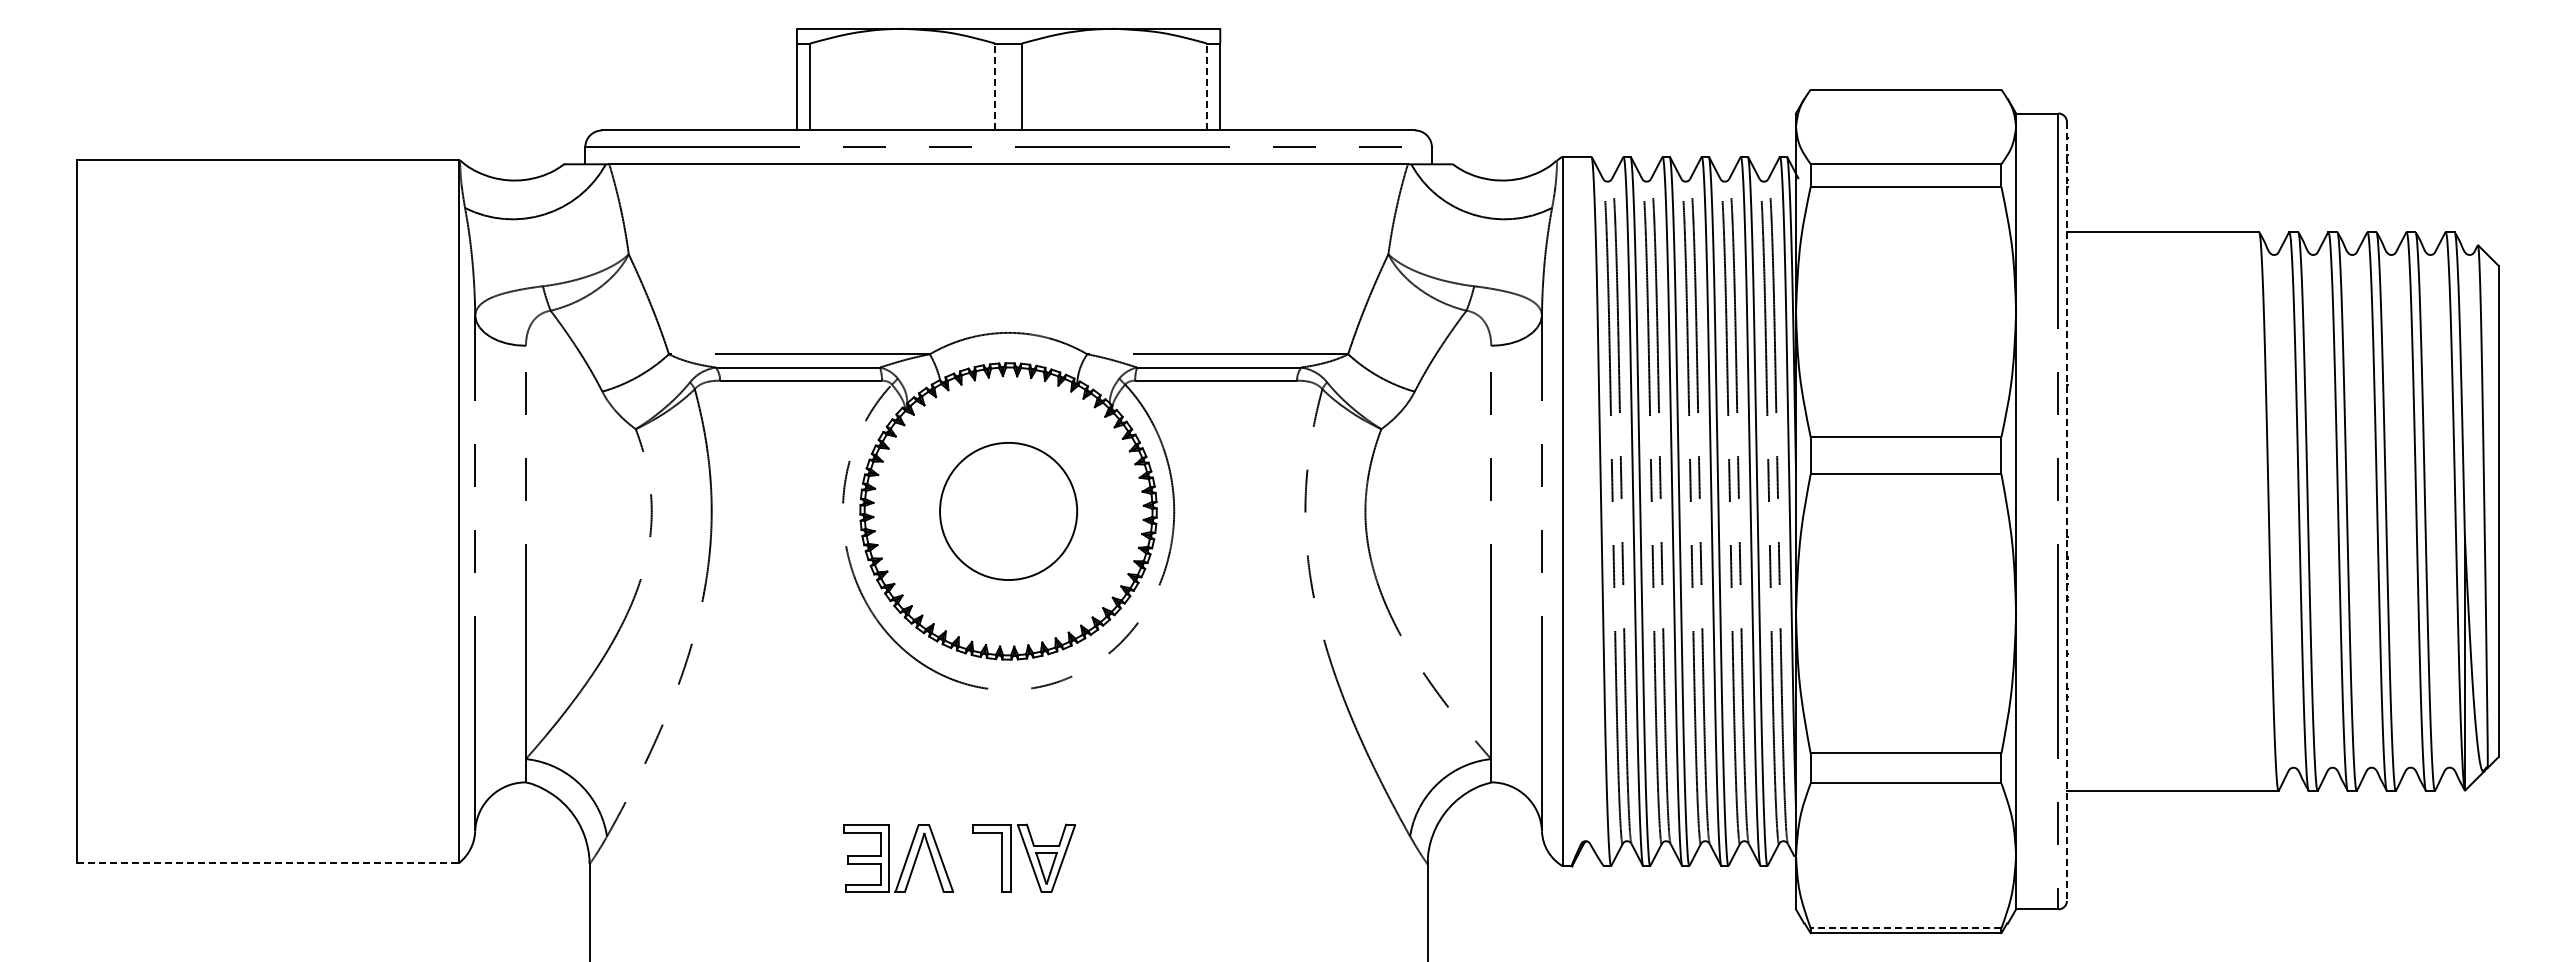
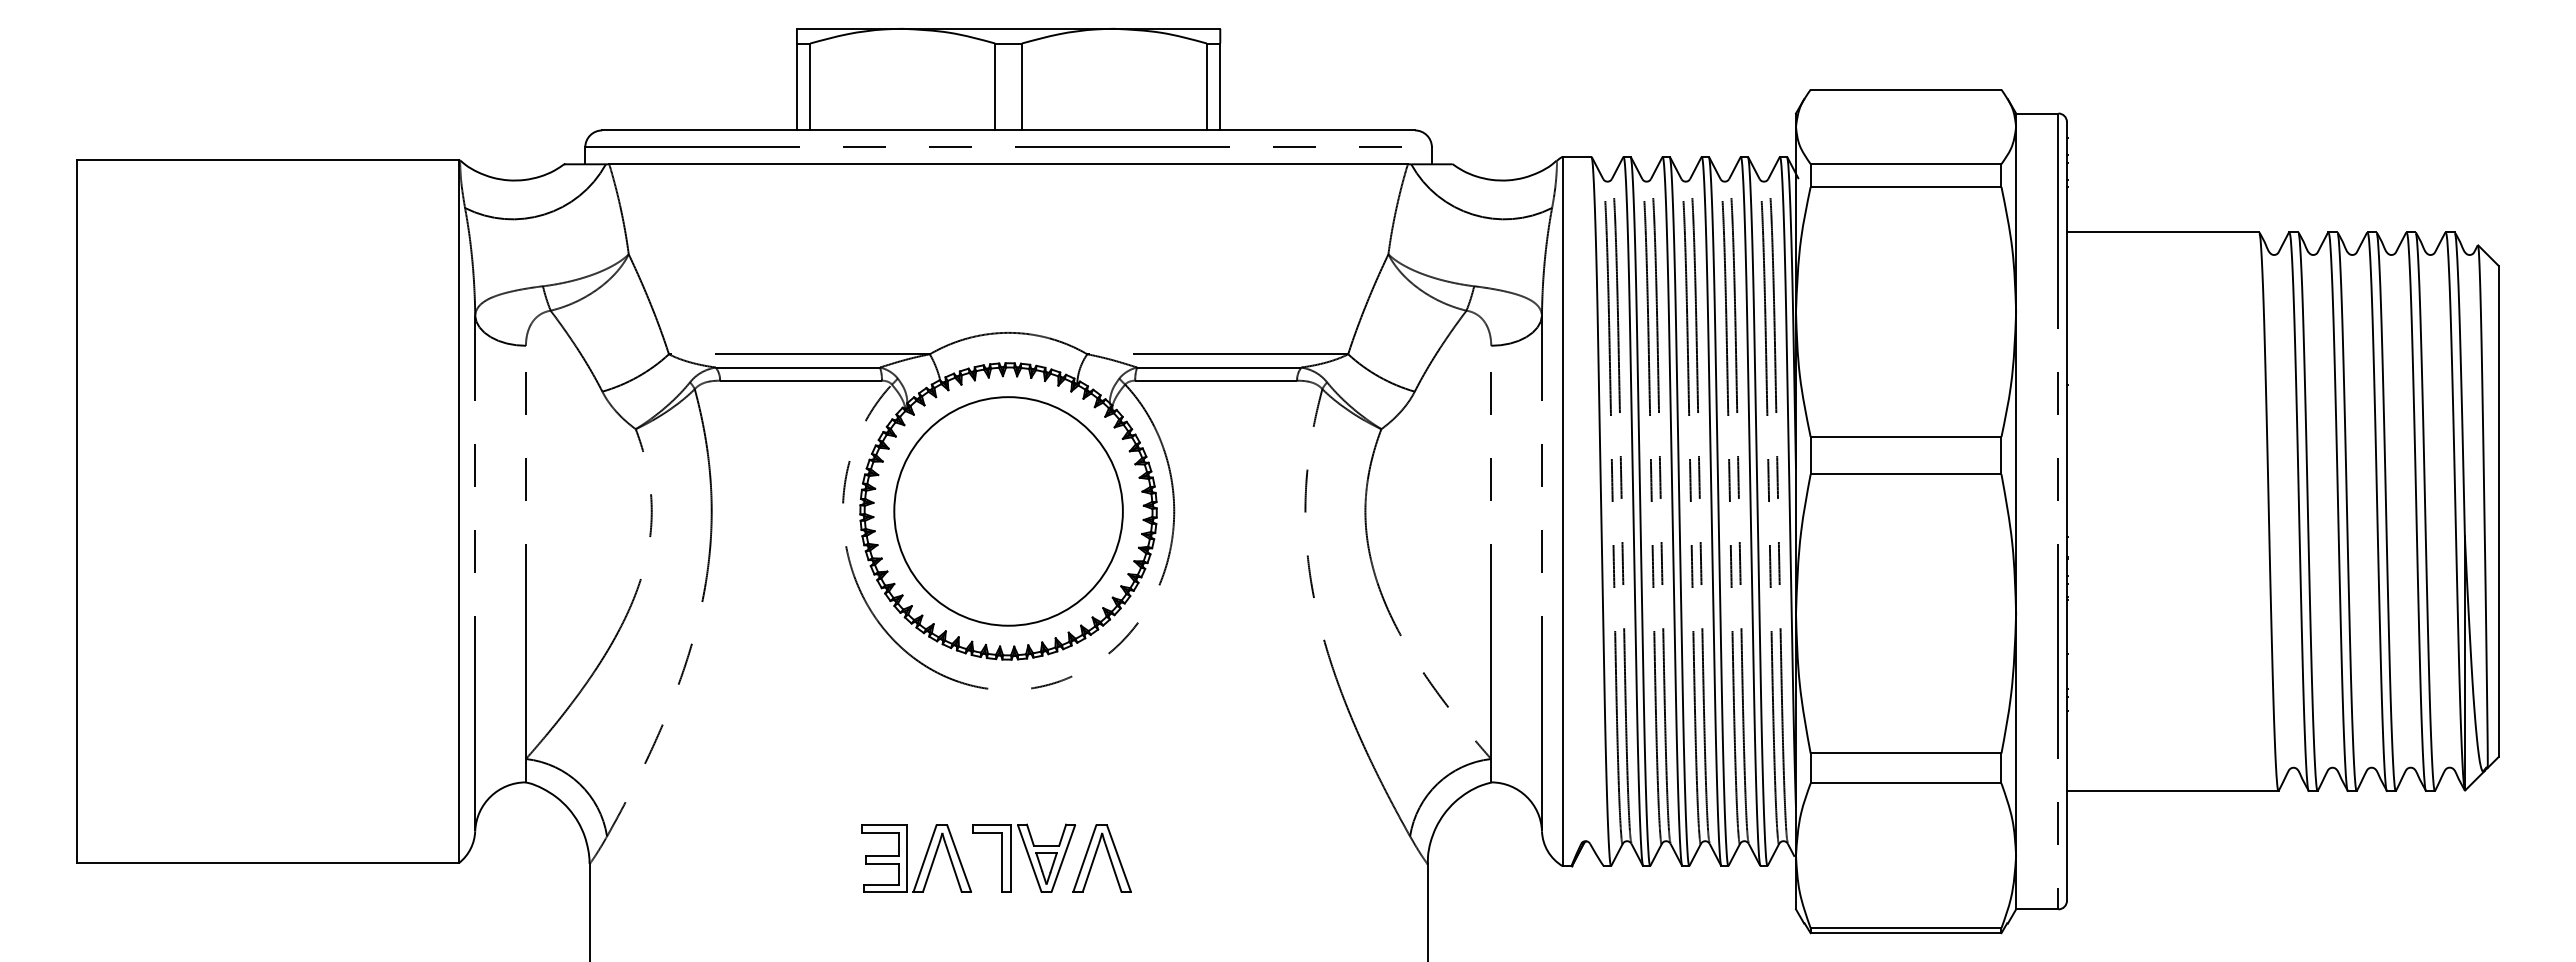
line at (995, 86): dashed -> solid
line at (1206, 86): dashed -> solid
circle at (1008, 511) diameter: 137 px -> 229 px
line at (2066, 511): dashed -> solid
part at (1095, 857): none -> present
part at (905, 859) position: (905, 859) -> (923, 859)
line at (268, 862): dashed -> solid
line at (1905, 928): dashed -> solid
